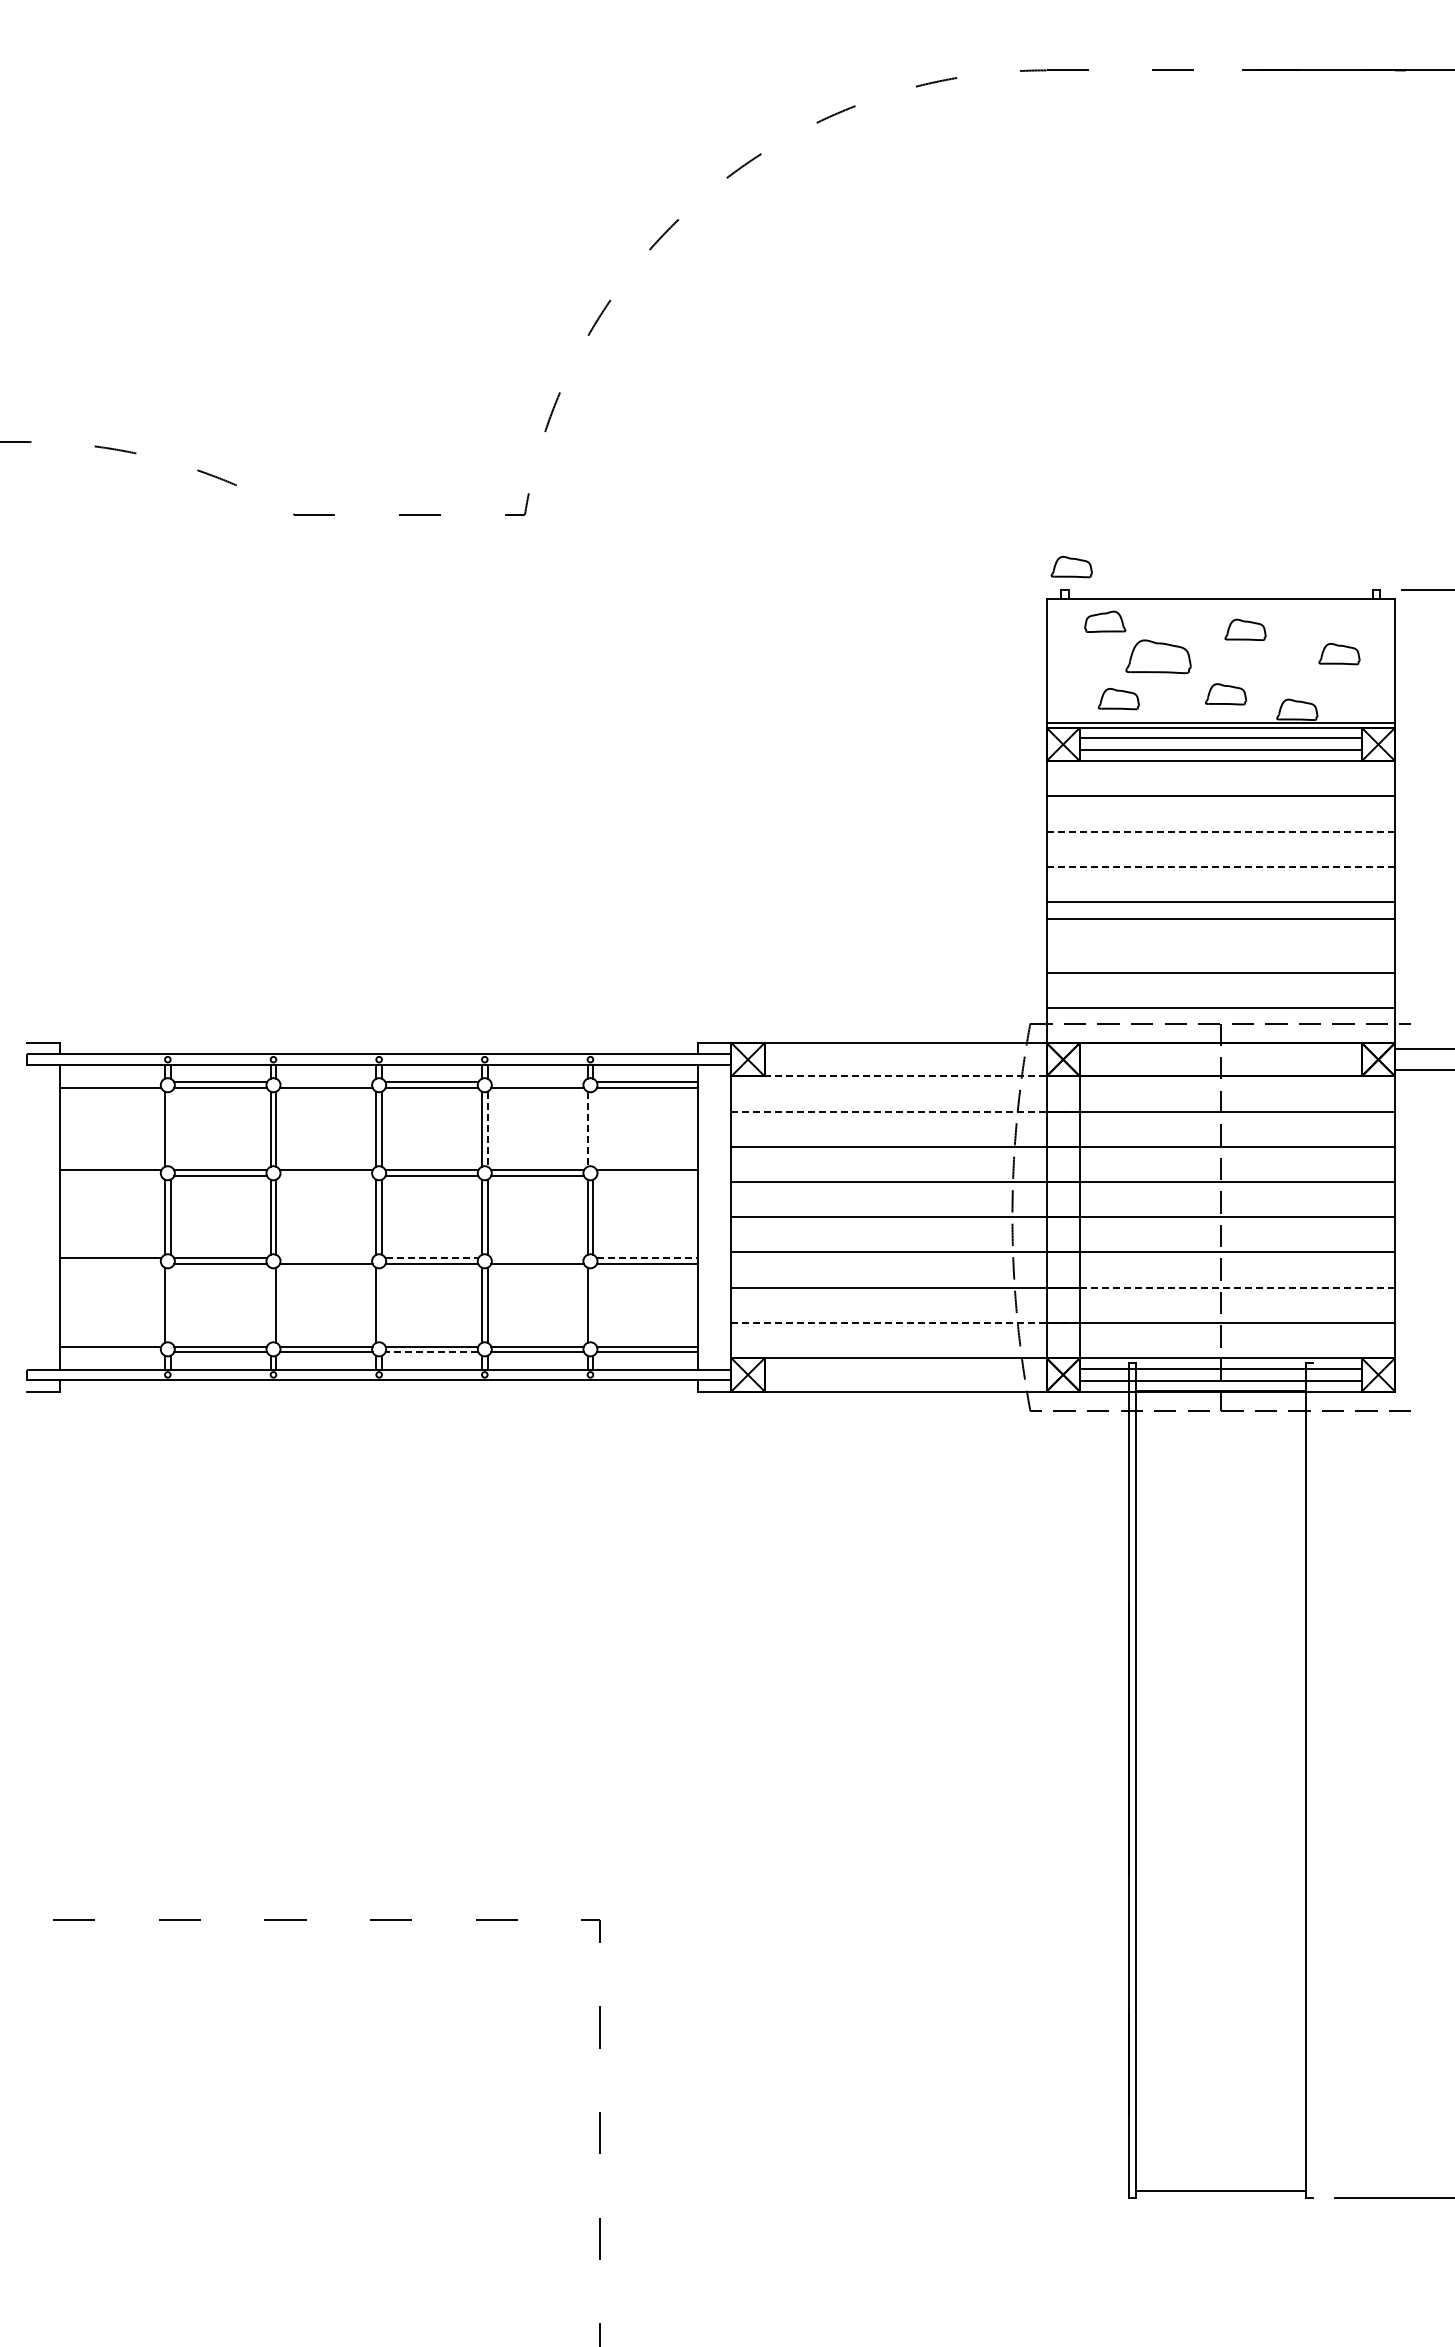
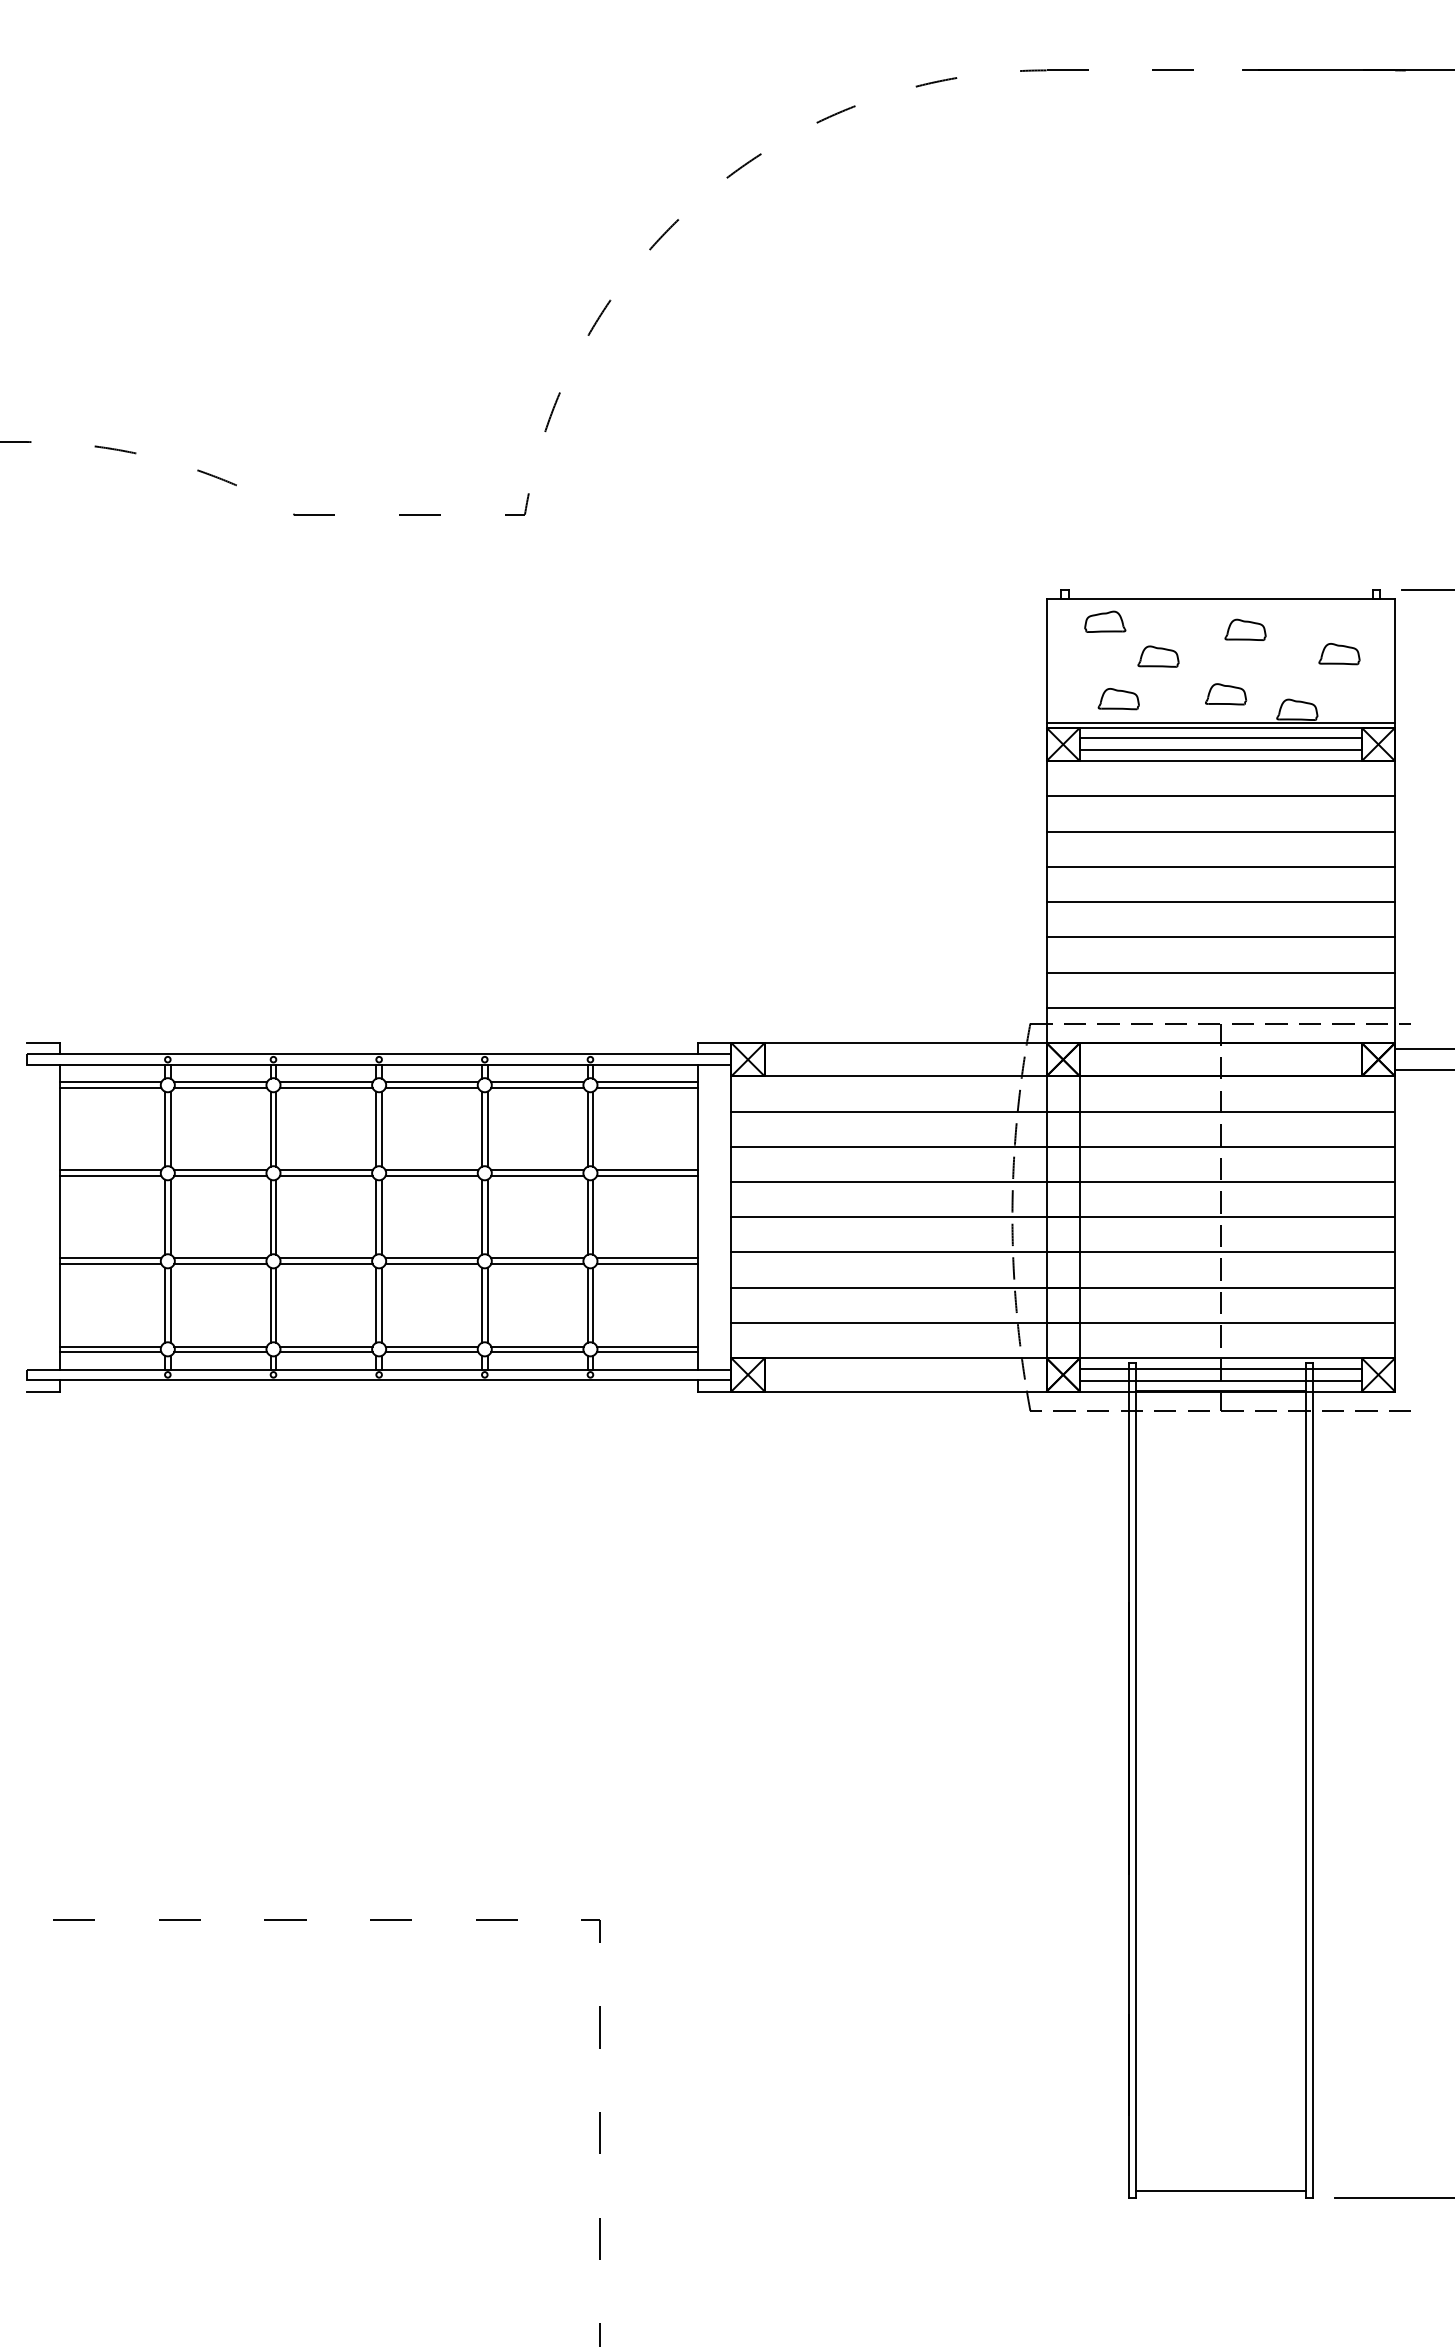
part at (1071, 567): present -> none
part at (1158, 656) size: 67x36 px -> 43x23 px
line at (1221, 831): dashed -> solid
line at (1221, 866): dashed -> solid
line at (1220, 919) position: (1220, 919) -> (1220, 937)
line at (906, 1076): dashed -> solid
line at (110, 1082): none -> present
line at (325, 1082): none -> present
line at (537, 1082): none -> present
line at (906, 1111): dashed -> solid
line at (170, 1128): none -> present
line at (593, 1128): none -> present
line at (487, 1129): dashed -> solid
line at (587, 1129): dashed -> solid
line at (110, 1176): none -> present
line at (325, 1176): none -> present
line at (646, 1176): none -> present
line at (325, 1258): none -> present
line at (432, 1258): dashed -> solid
line at (537, 1258): none -> present
line at (647, 1258): dashed -> solid
line at (110, 1264): none -> present
line at (1221, 1287): dashed -> solid
line at (170, 1304): none -> present
line at (270, 1304): none -> present
line at (381, 1304): none -> present
line at (593, 1304): none -> present
line at (906, 1322): dashed -> solid
line at (110, 1352): none -> present
line at (431, 1352): dashed -> solid
line at (1313, 1780): none -> present
